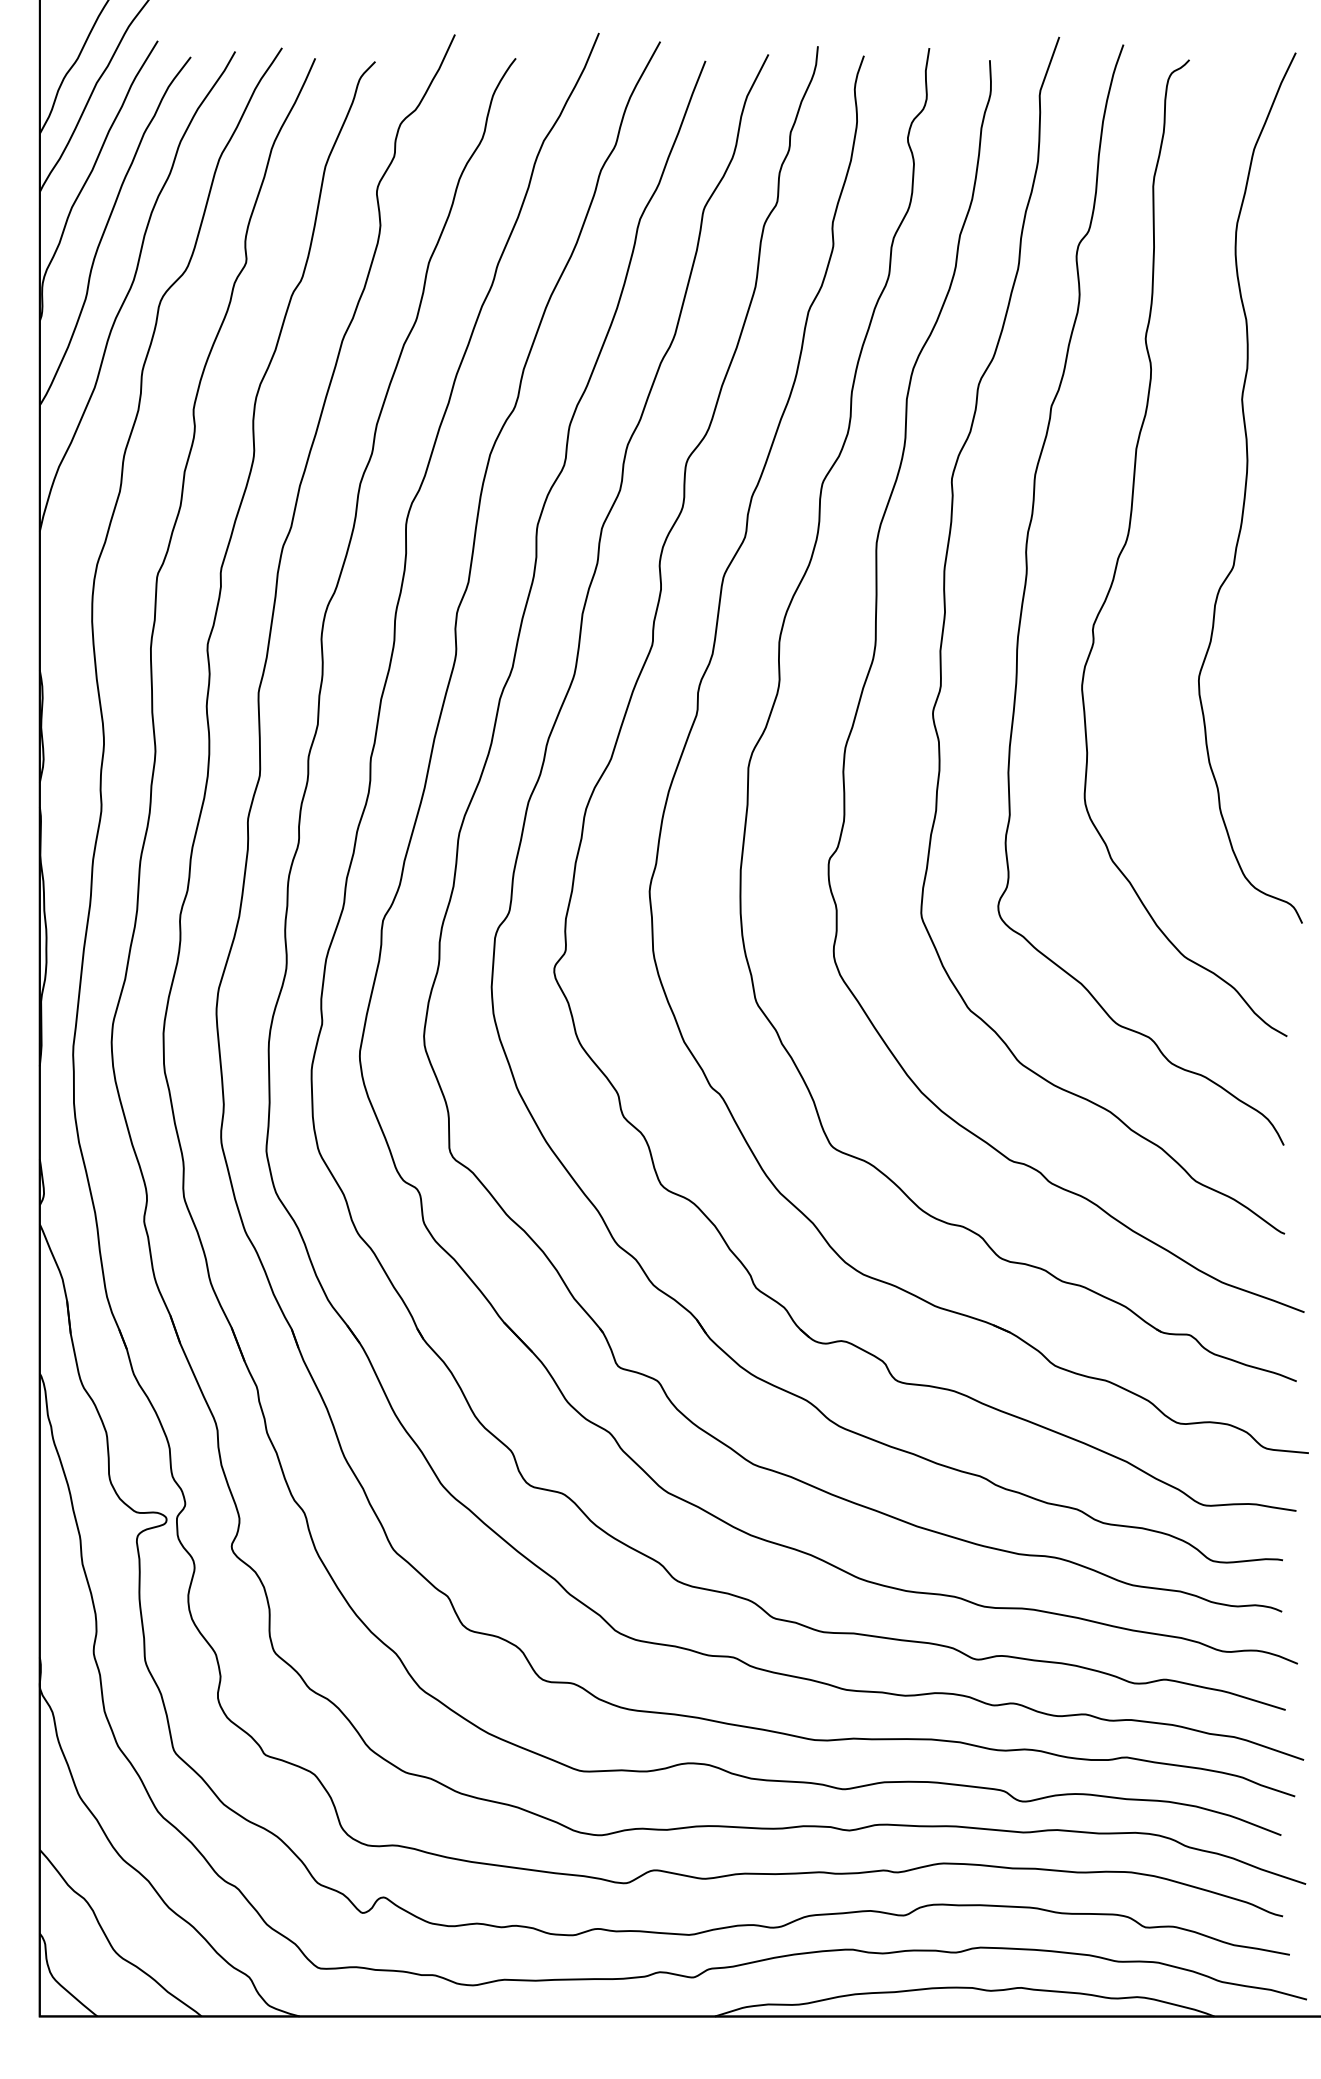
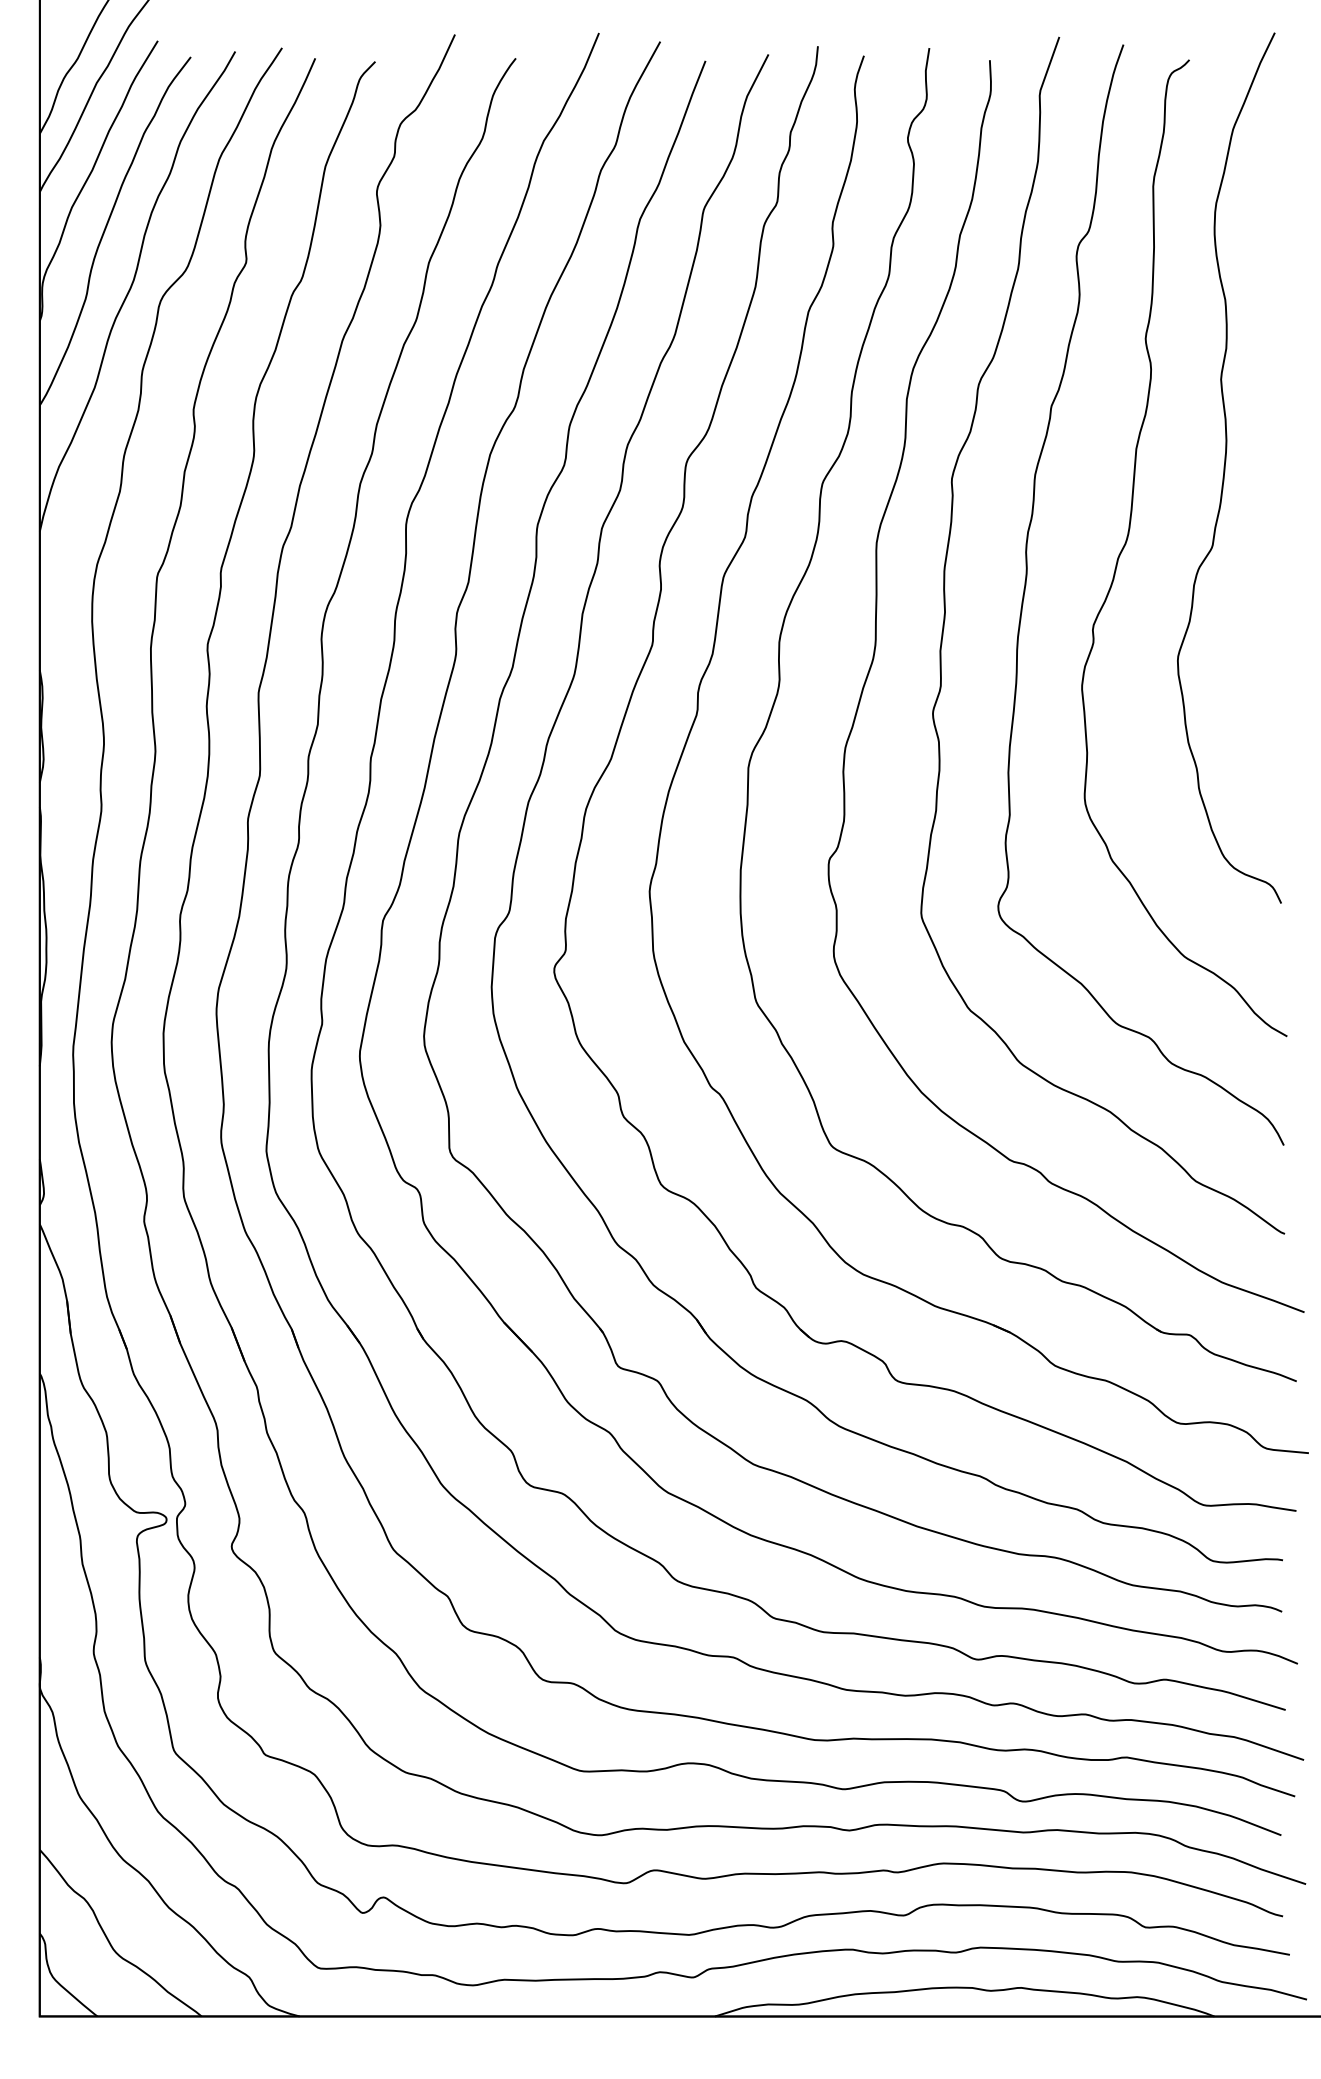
curve at (1246, 487) position: (1246, 487) -> (1225, 467)
